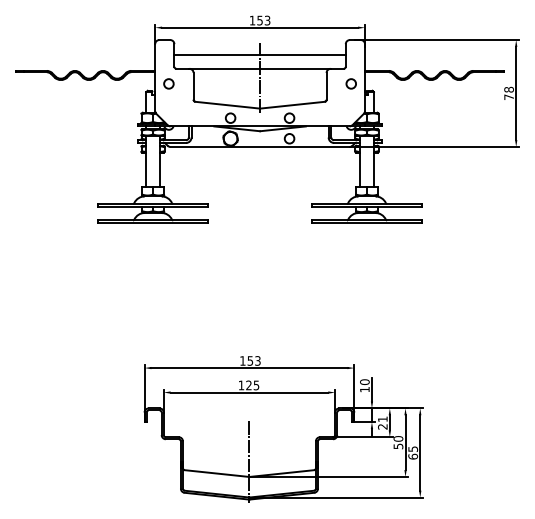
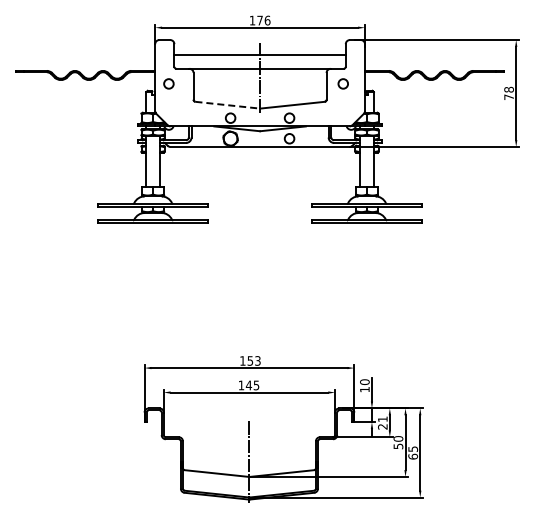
text at (263, 20): 153 -> 176
circle at (350, 83) position: (350, 83) -> (342, 83)
line at (228, 105): solid -> dashed
text at (248, 385): 125 -> 145
